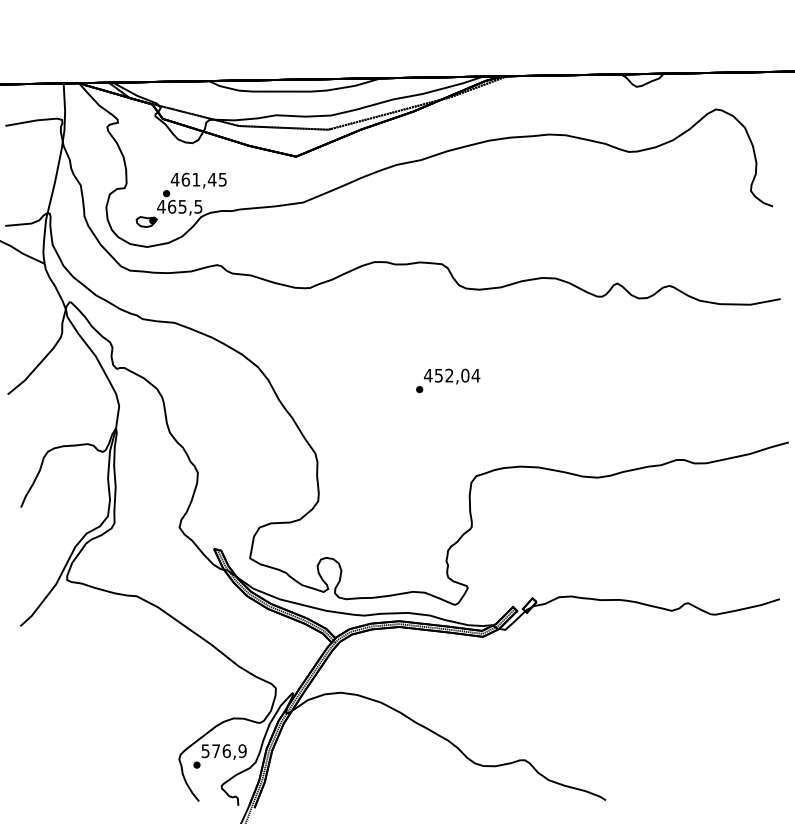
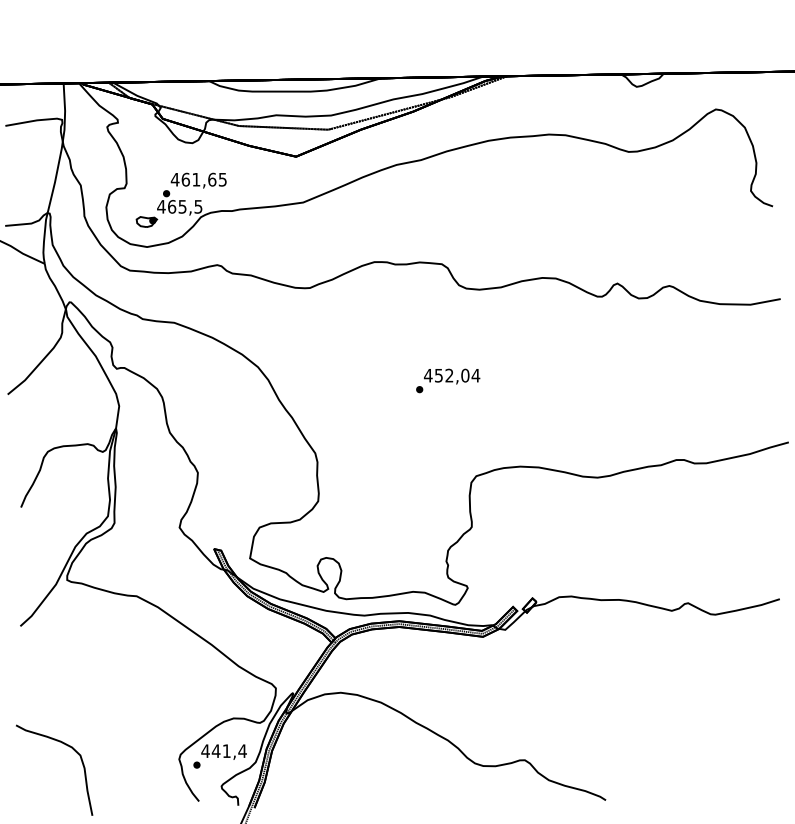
text at (211, 179): 461,45 -> 461,65
part at (65, 745): none -> present
text at (223, 751): 576,9 -> 441,4
